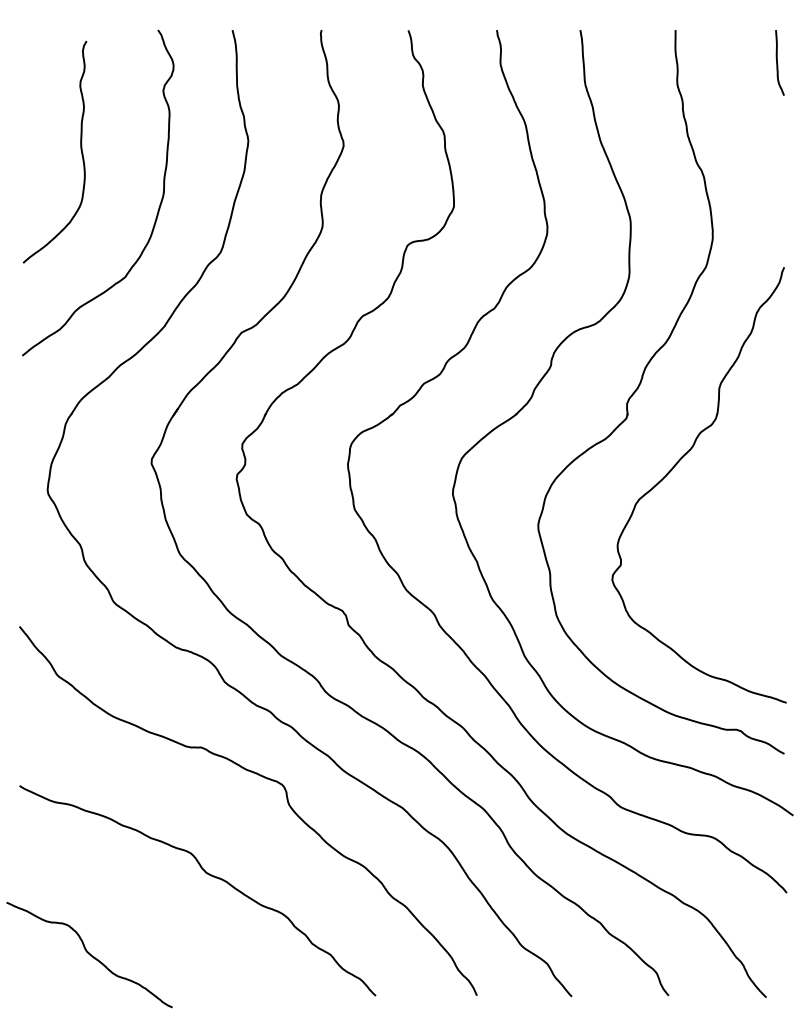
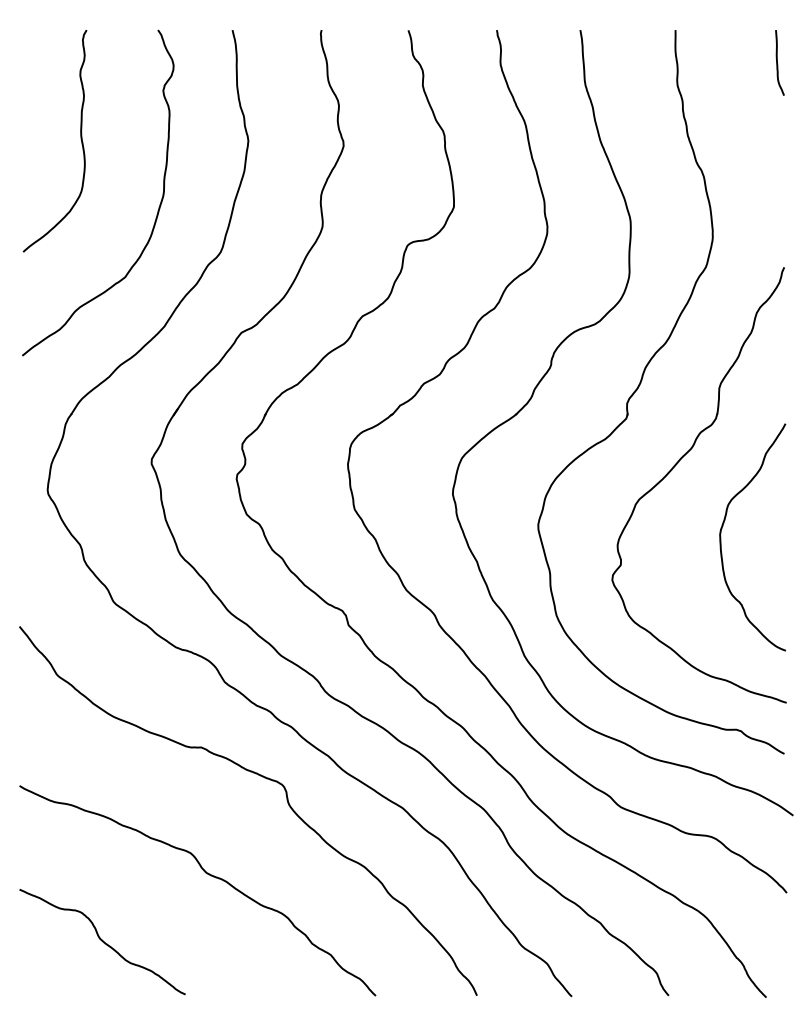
curve at (80, 150) position: (80, 150) -> (80, 139)
curve at (721, 537): none -> present
curve at (89, 955) position: (89, 955) -> (102, 942)
